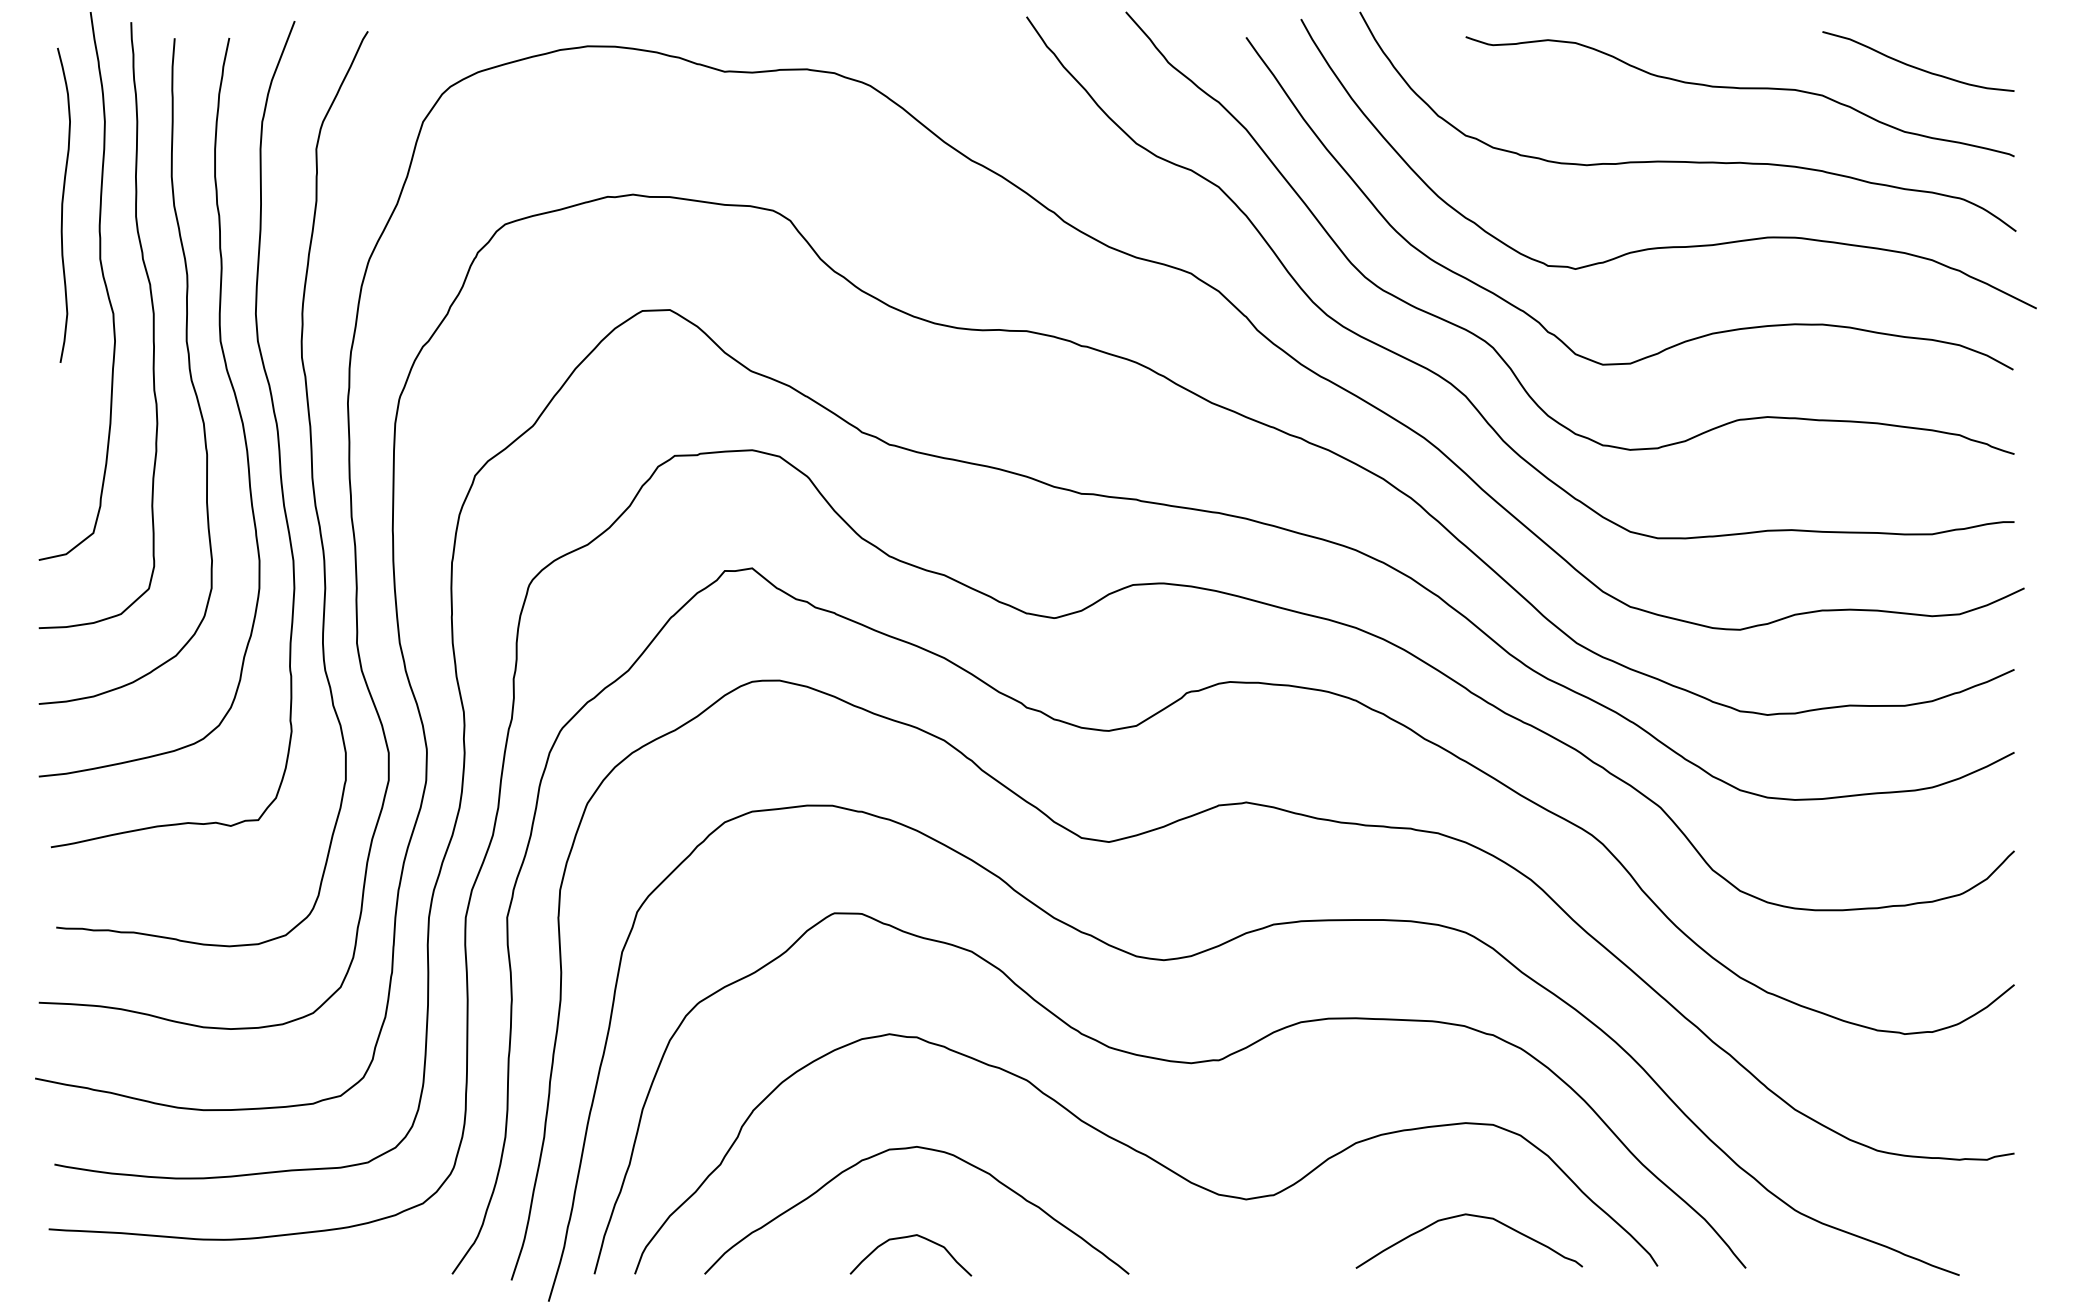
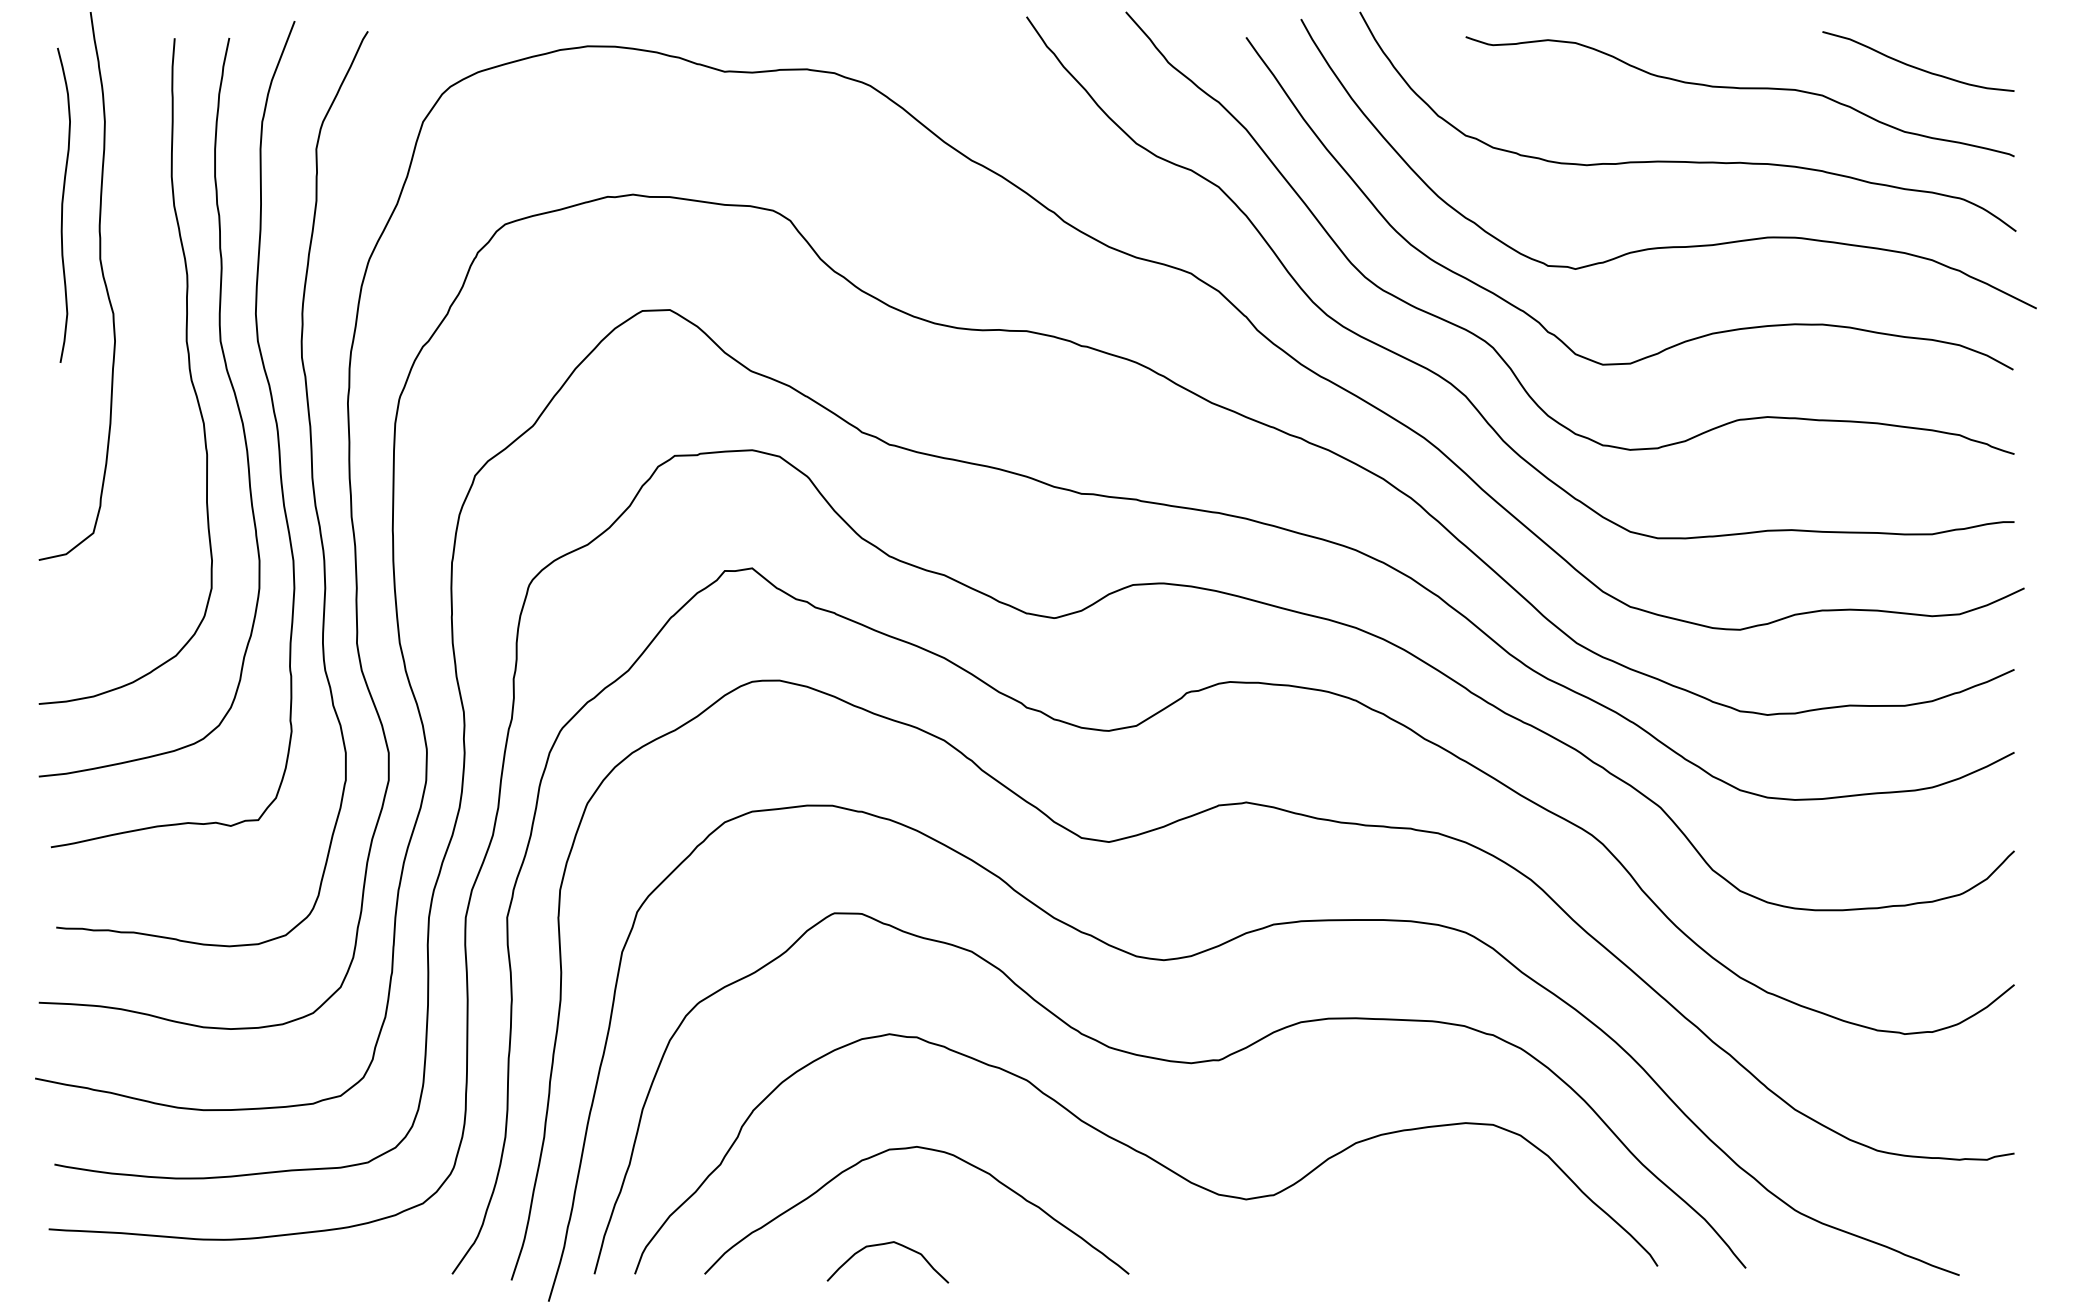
curve at (152, 325): present -> none
curve at (1471, 1216): present -> none
curve at (905, 1238) position: (905, 1238) -> (882, 1245)
